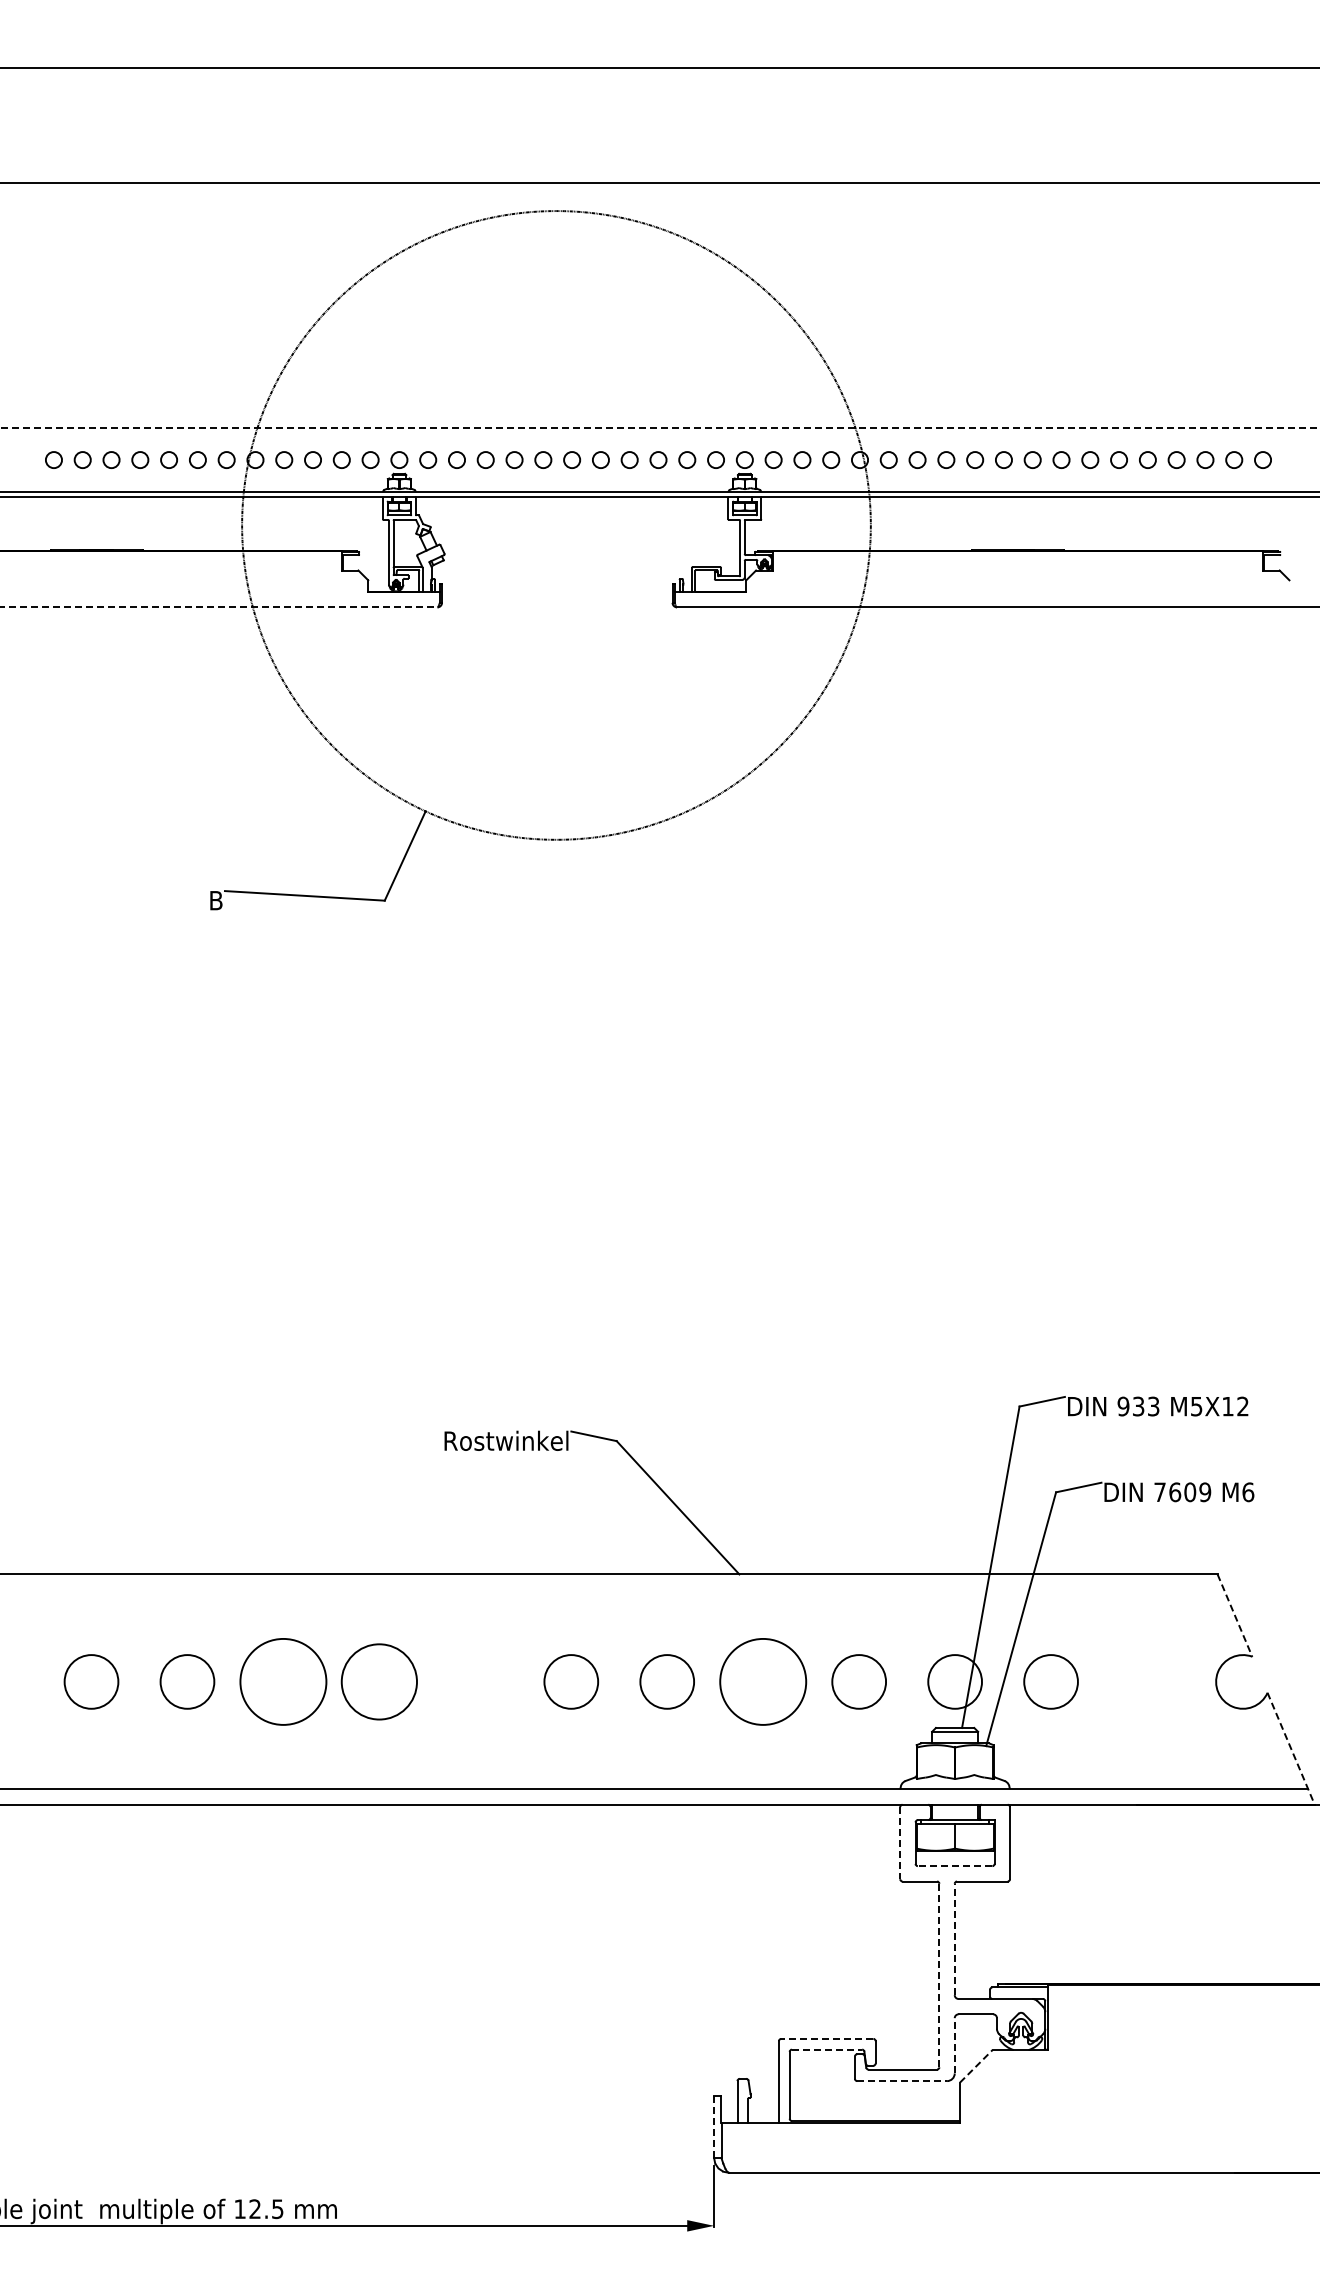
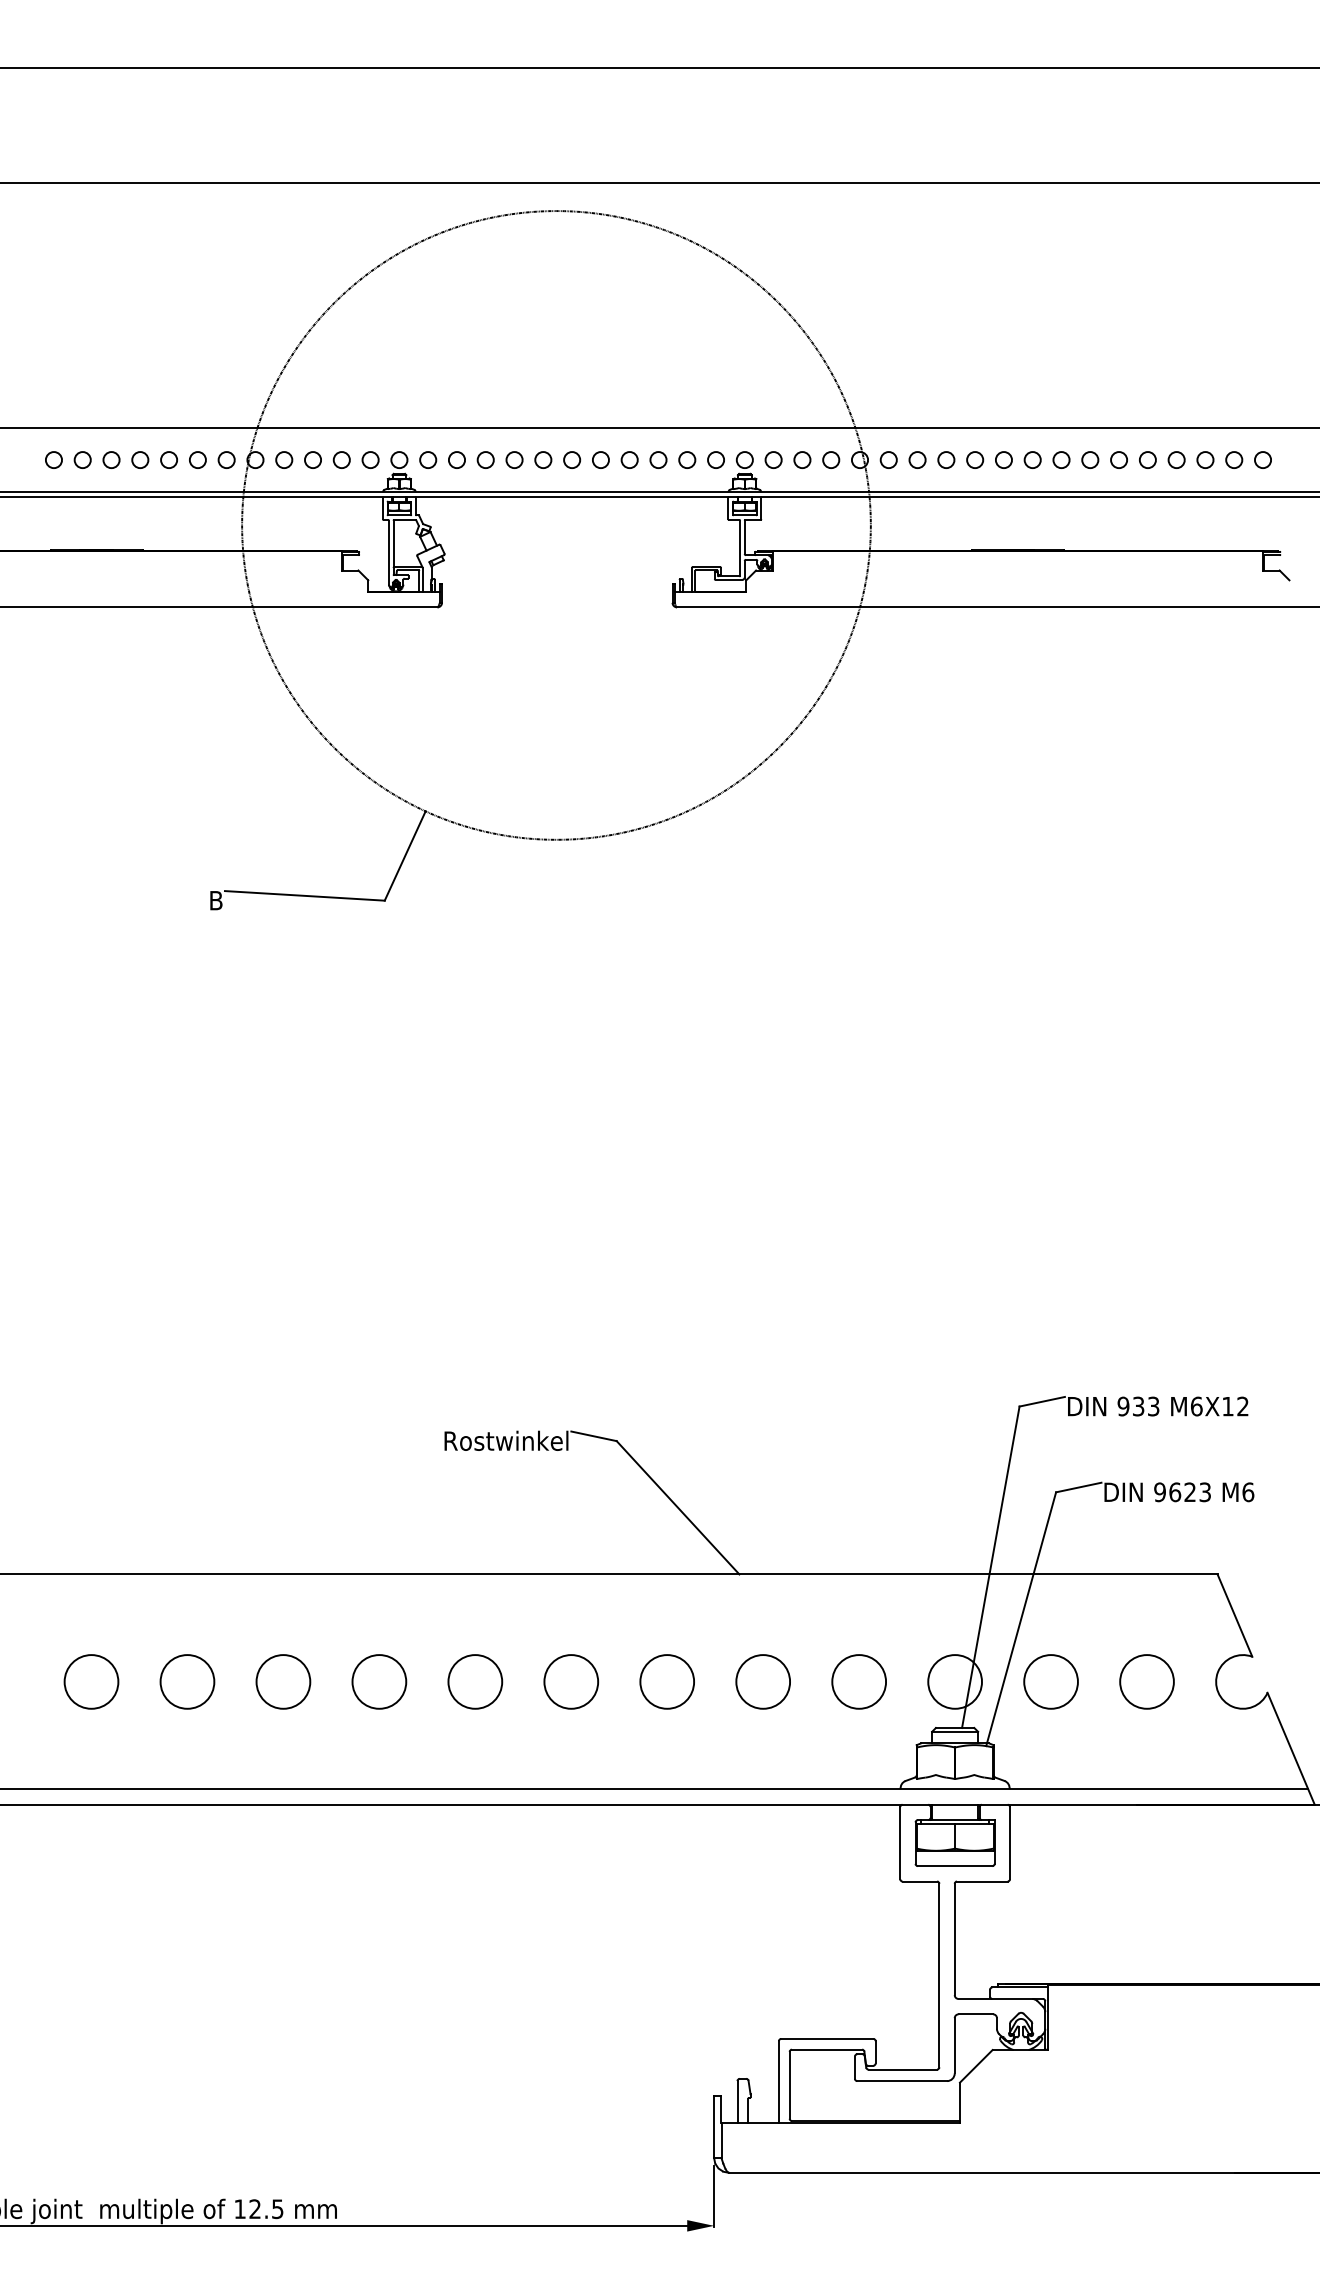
line at (659, 427): dashed -> solid
line at (219, 607): dashed -> solid
text at (1196, 1406): M5X12 -> M6X12
text at (1182, 1492): 7609 -> 9623
line at (1234, 1615): dashed -> solid
circle at (283, 1681) diameter: 86 px -> 54 px
circle at (379, 1681) diameter: 75 px -> 54 px
circle at (475, 1681): none -> present
circle at (763, 1681) diameter: 86 px -> 54 px
circle at (1146, 1681): none -> present
line at (1291, 1748): dashed -> solid
line at (900, 1843): dashed -> solid
line at (954, 1866): dashed -> solid
line at (954, 1939): dashed -> solid
line at (939, 1975): dashed -> solid
line at (826, 2038): dashed -> solid
line at (954, 2045): dashed -> solid
line at (827, 2049): dashed -> solid
line at (976, 2065): dashed -> solid
line at (902, 2081): dashed -> solid
line at (714, 2126): dashed -> solid
